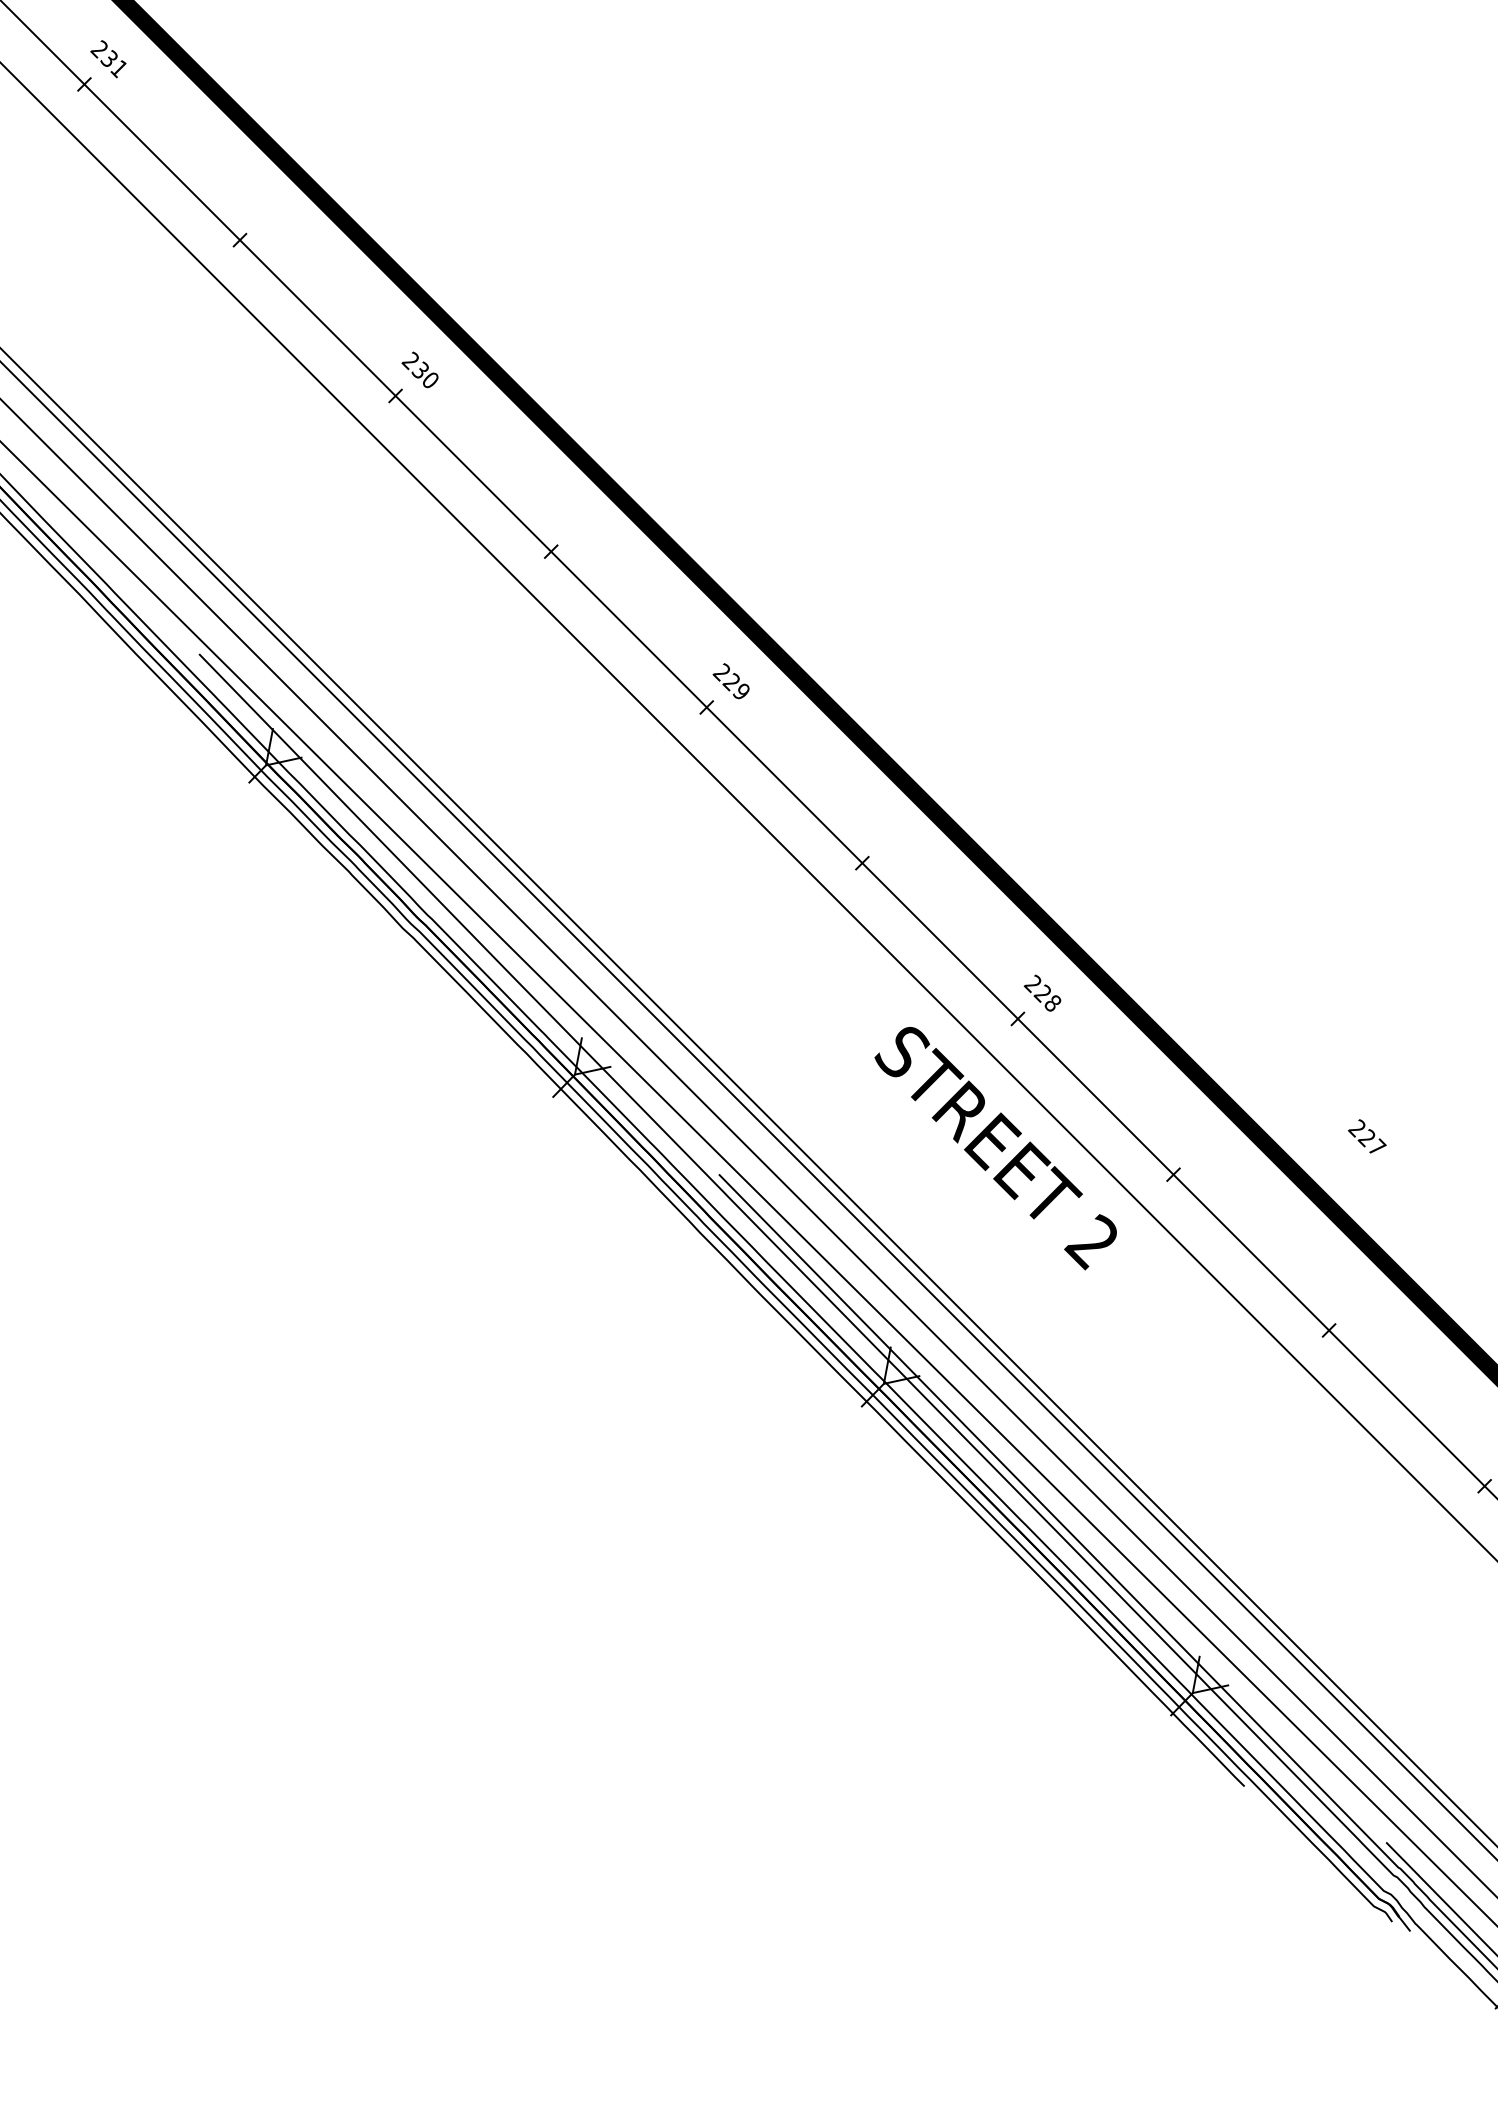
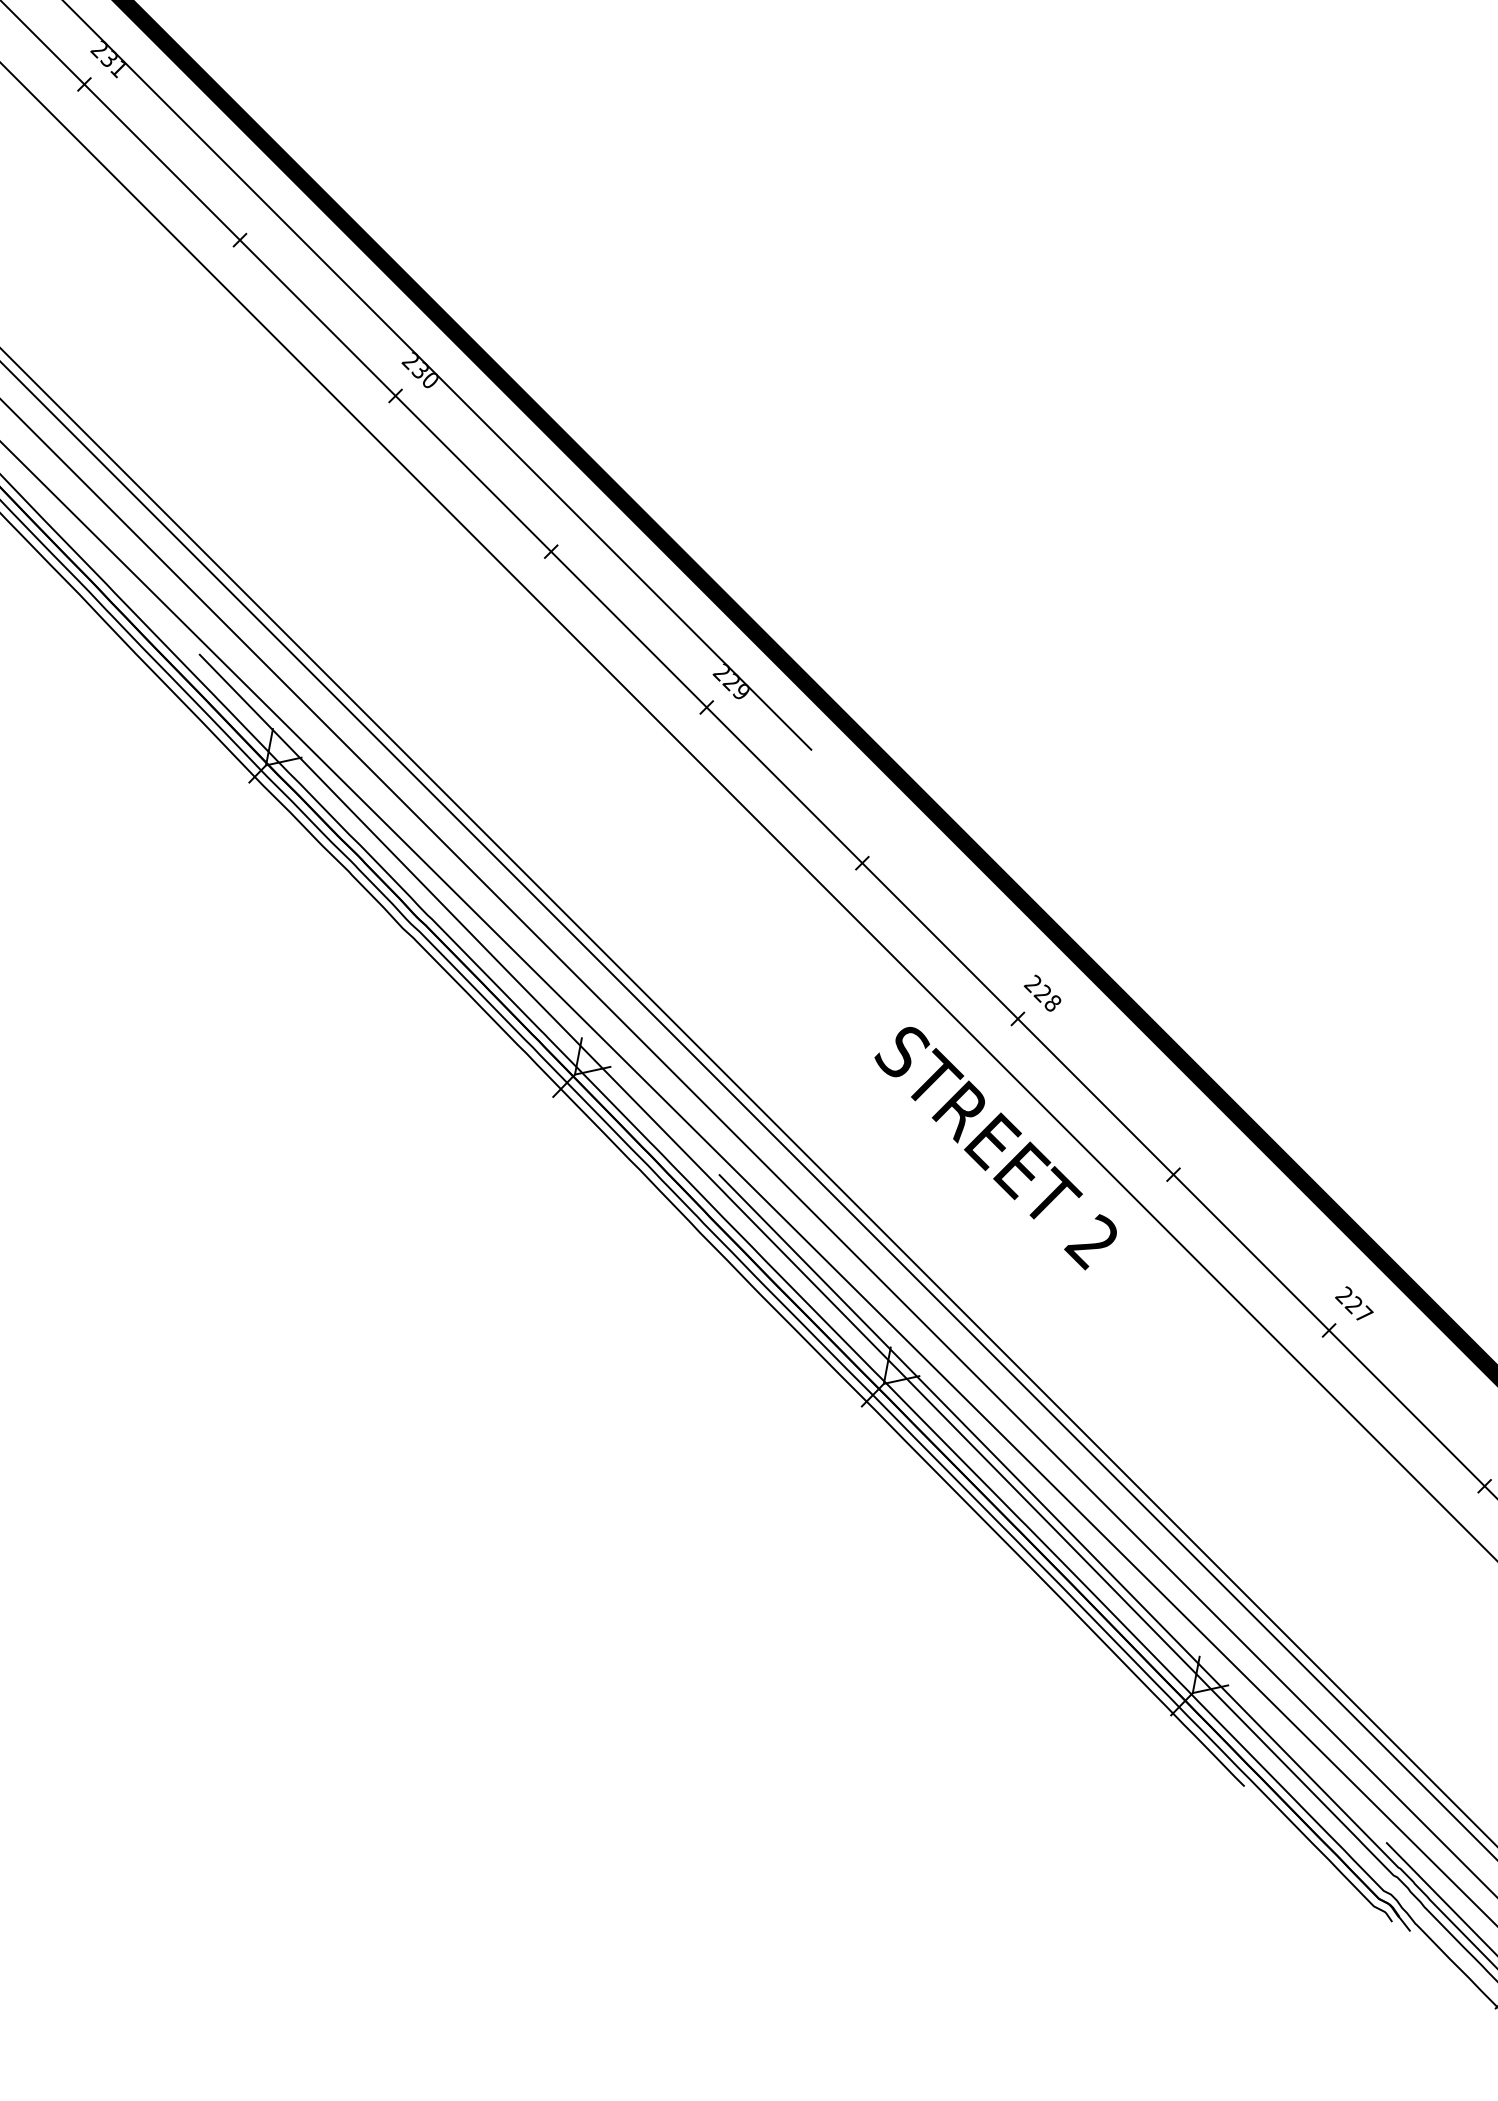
line at (437, 375): none -> present
text at (1367, 1136) position: (1367, 1136) -> (1354, 1303)
